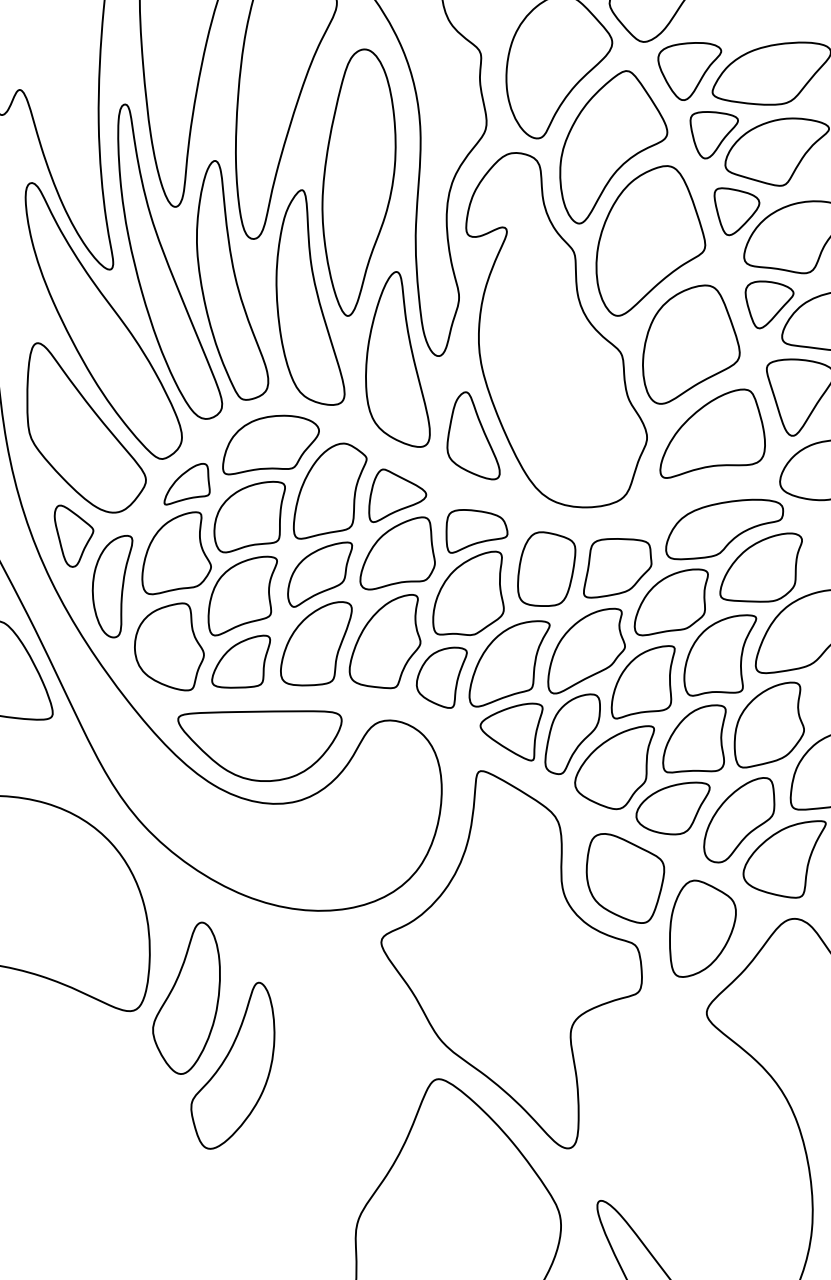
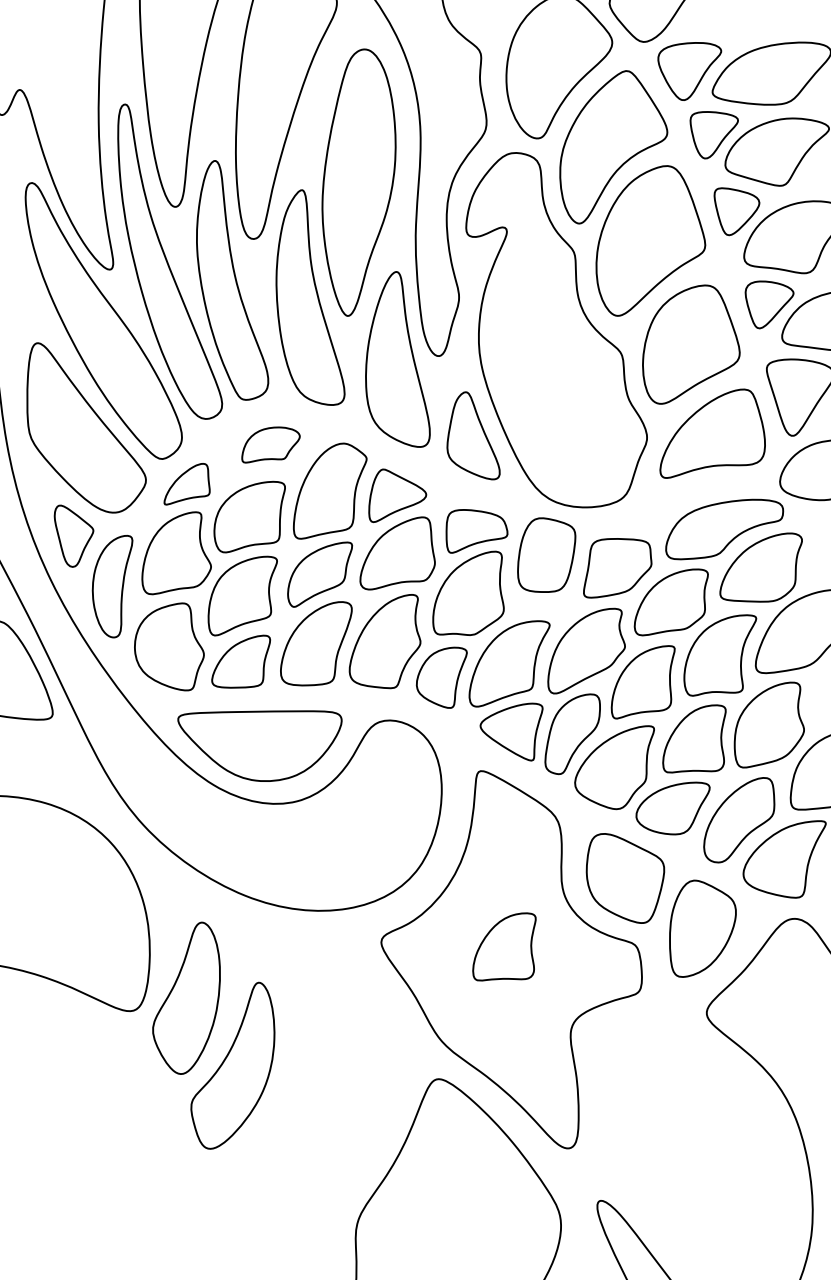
part at (270, 444) size: 98x62 px -> 60x38 px
part at (546, 568) position: (546, 568) -> (546, 554)
part at (504, 946): none -> present
